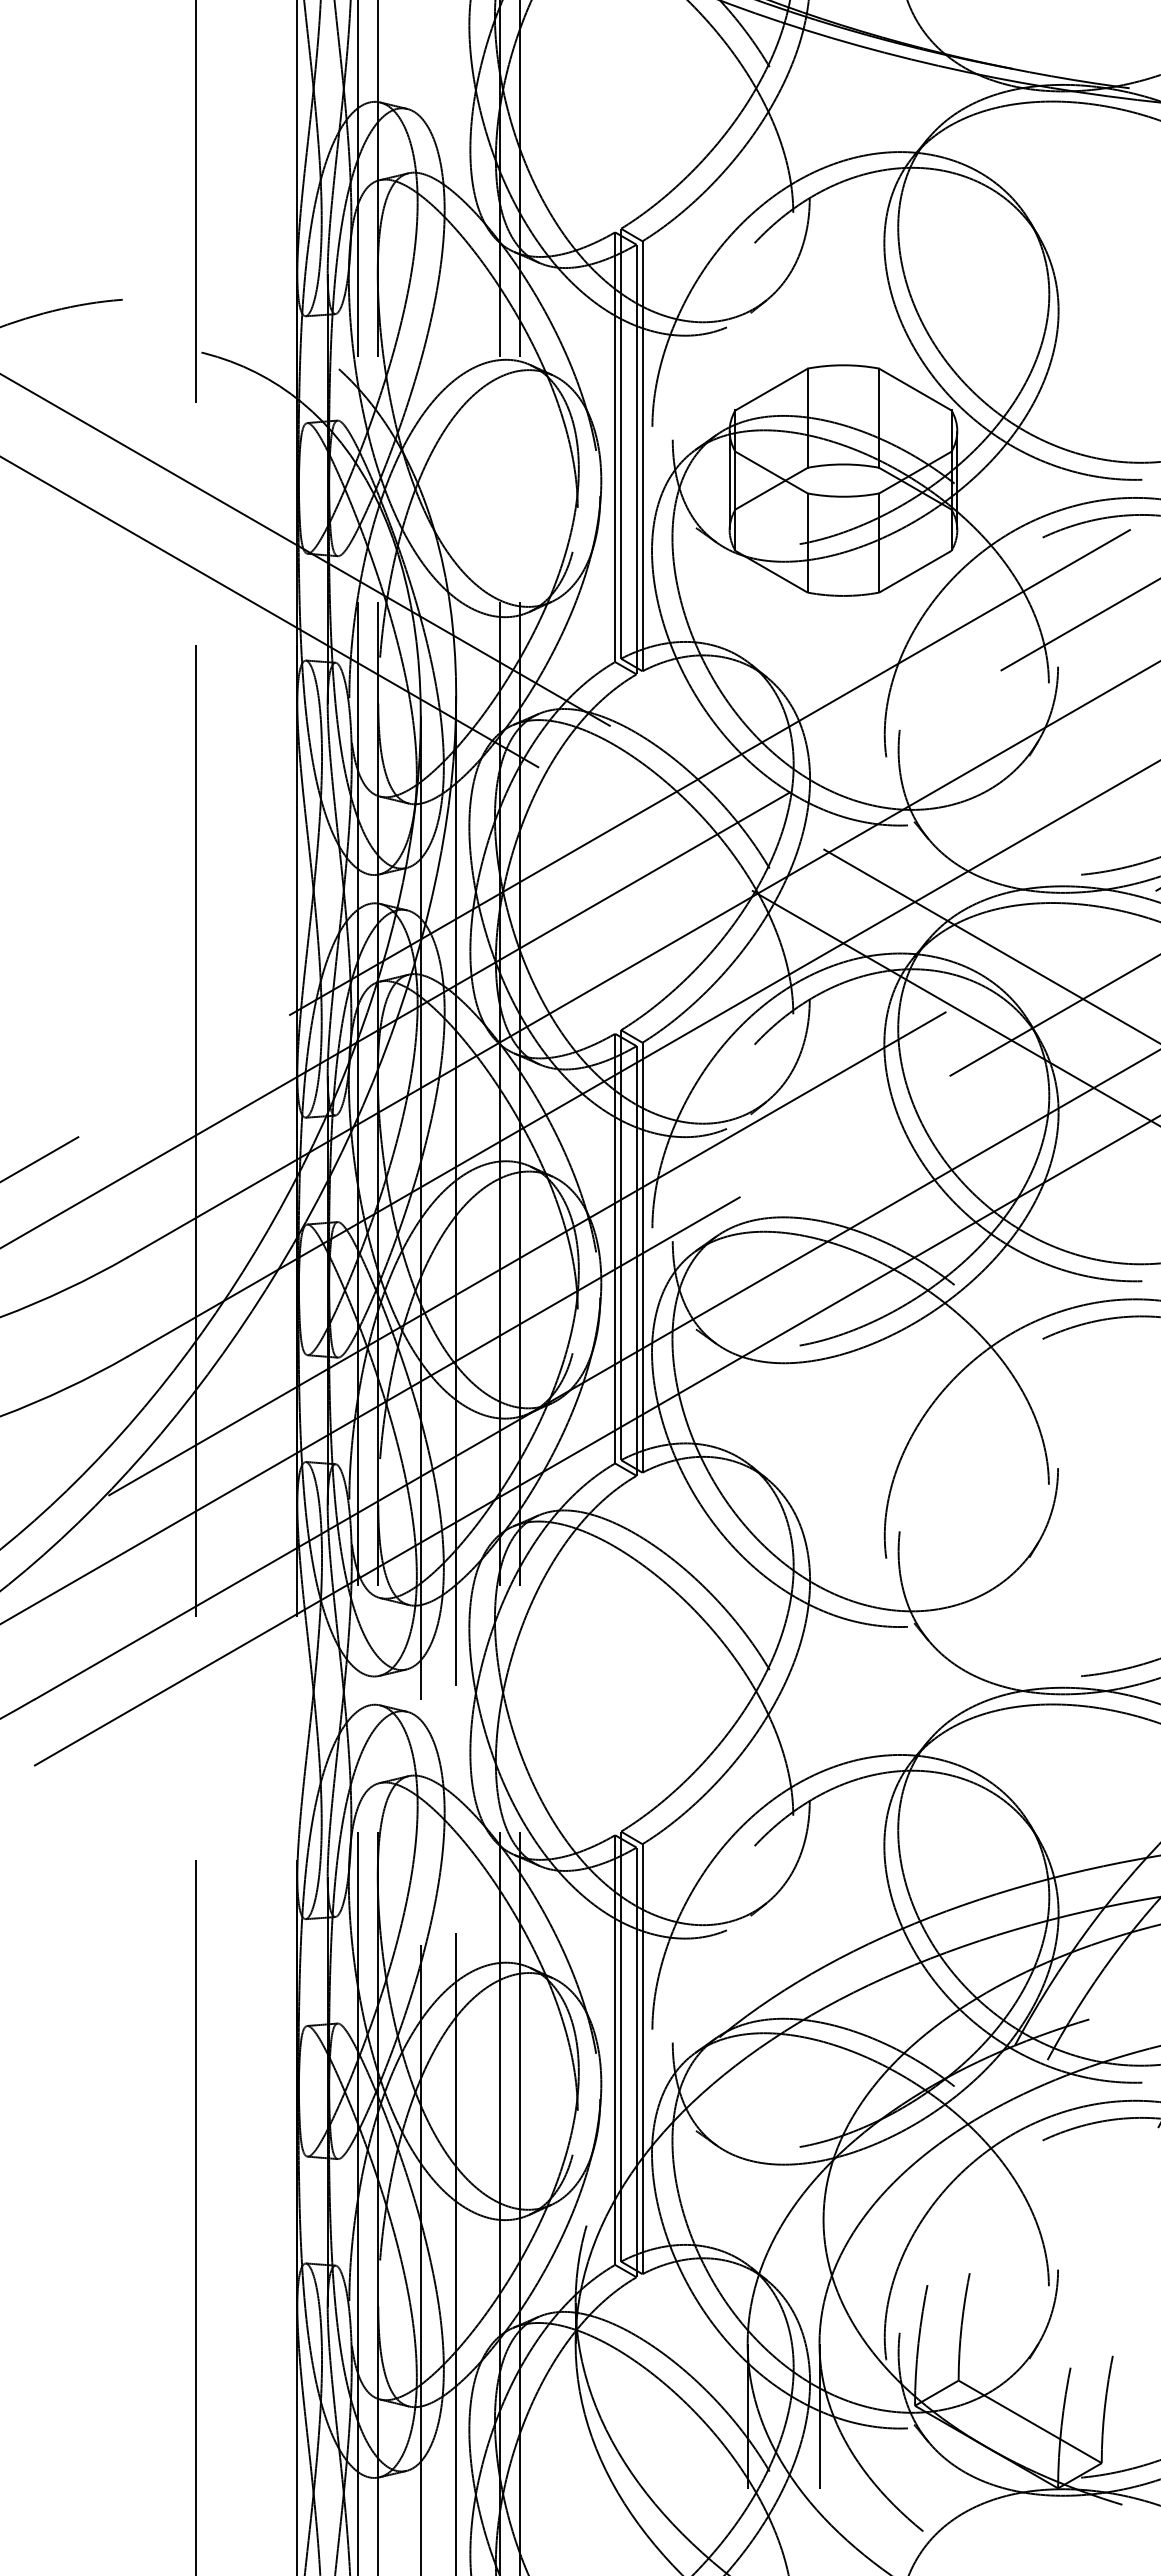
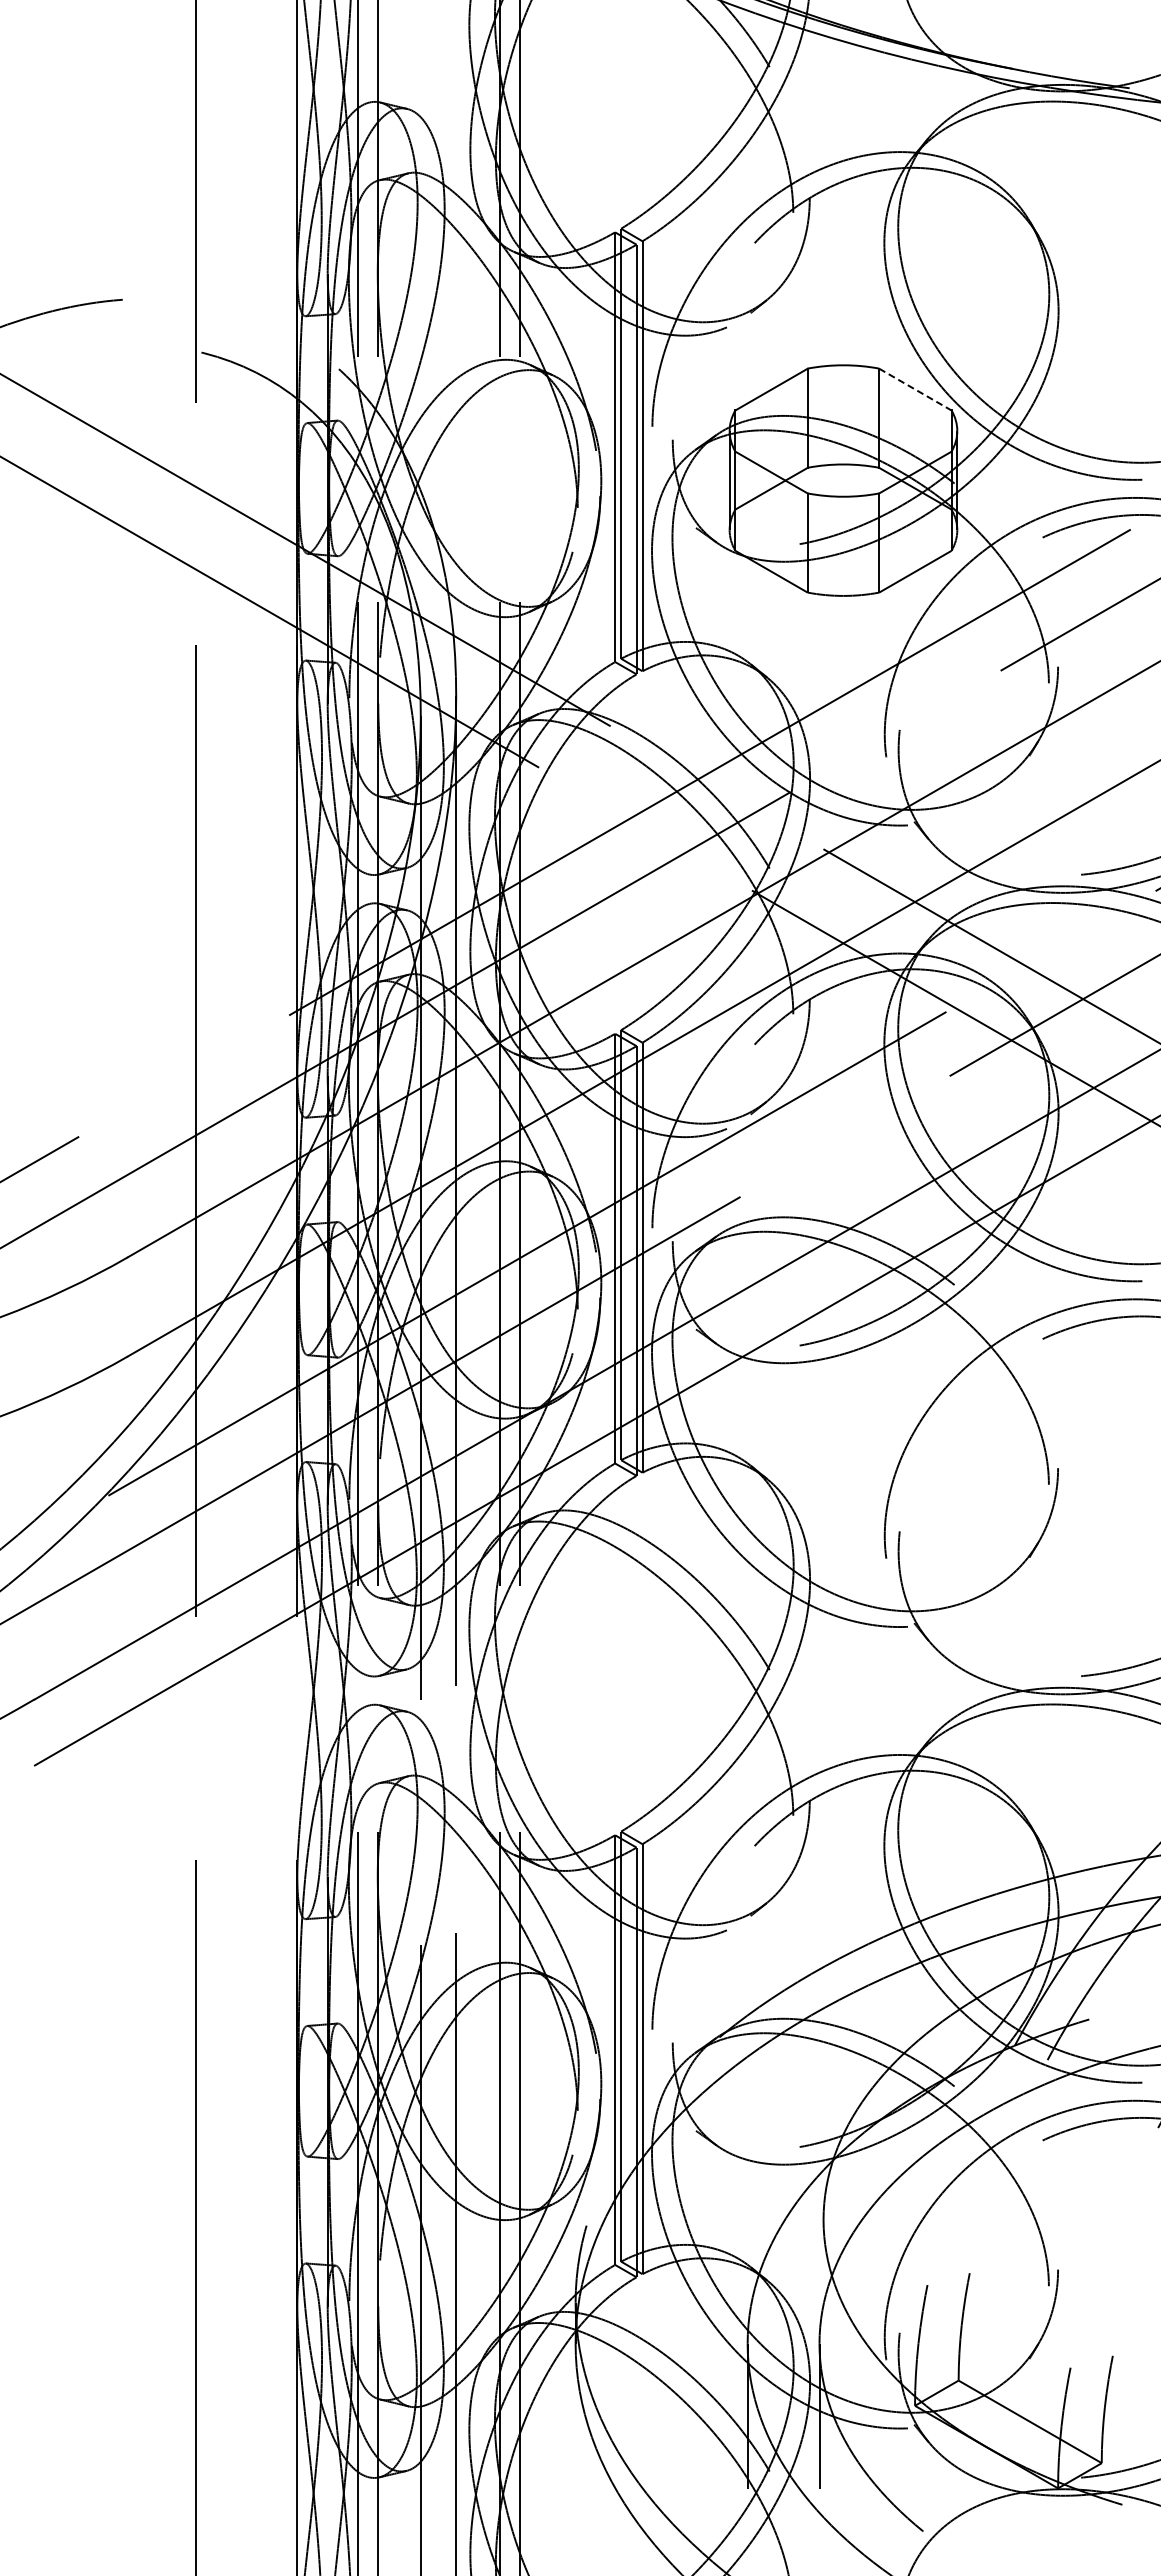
line at (915, 389): solid -> dashed
